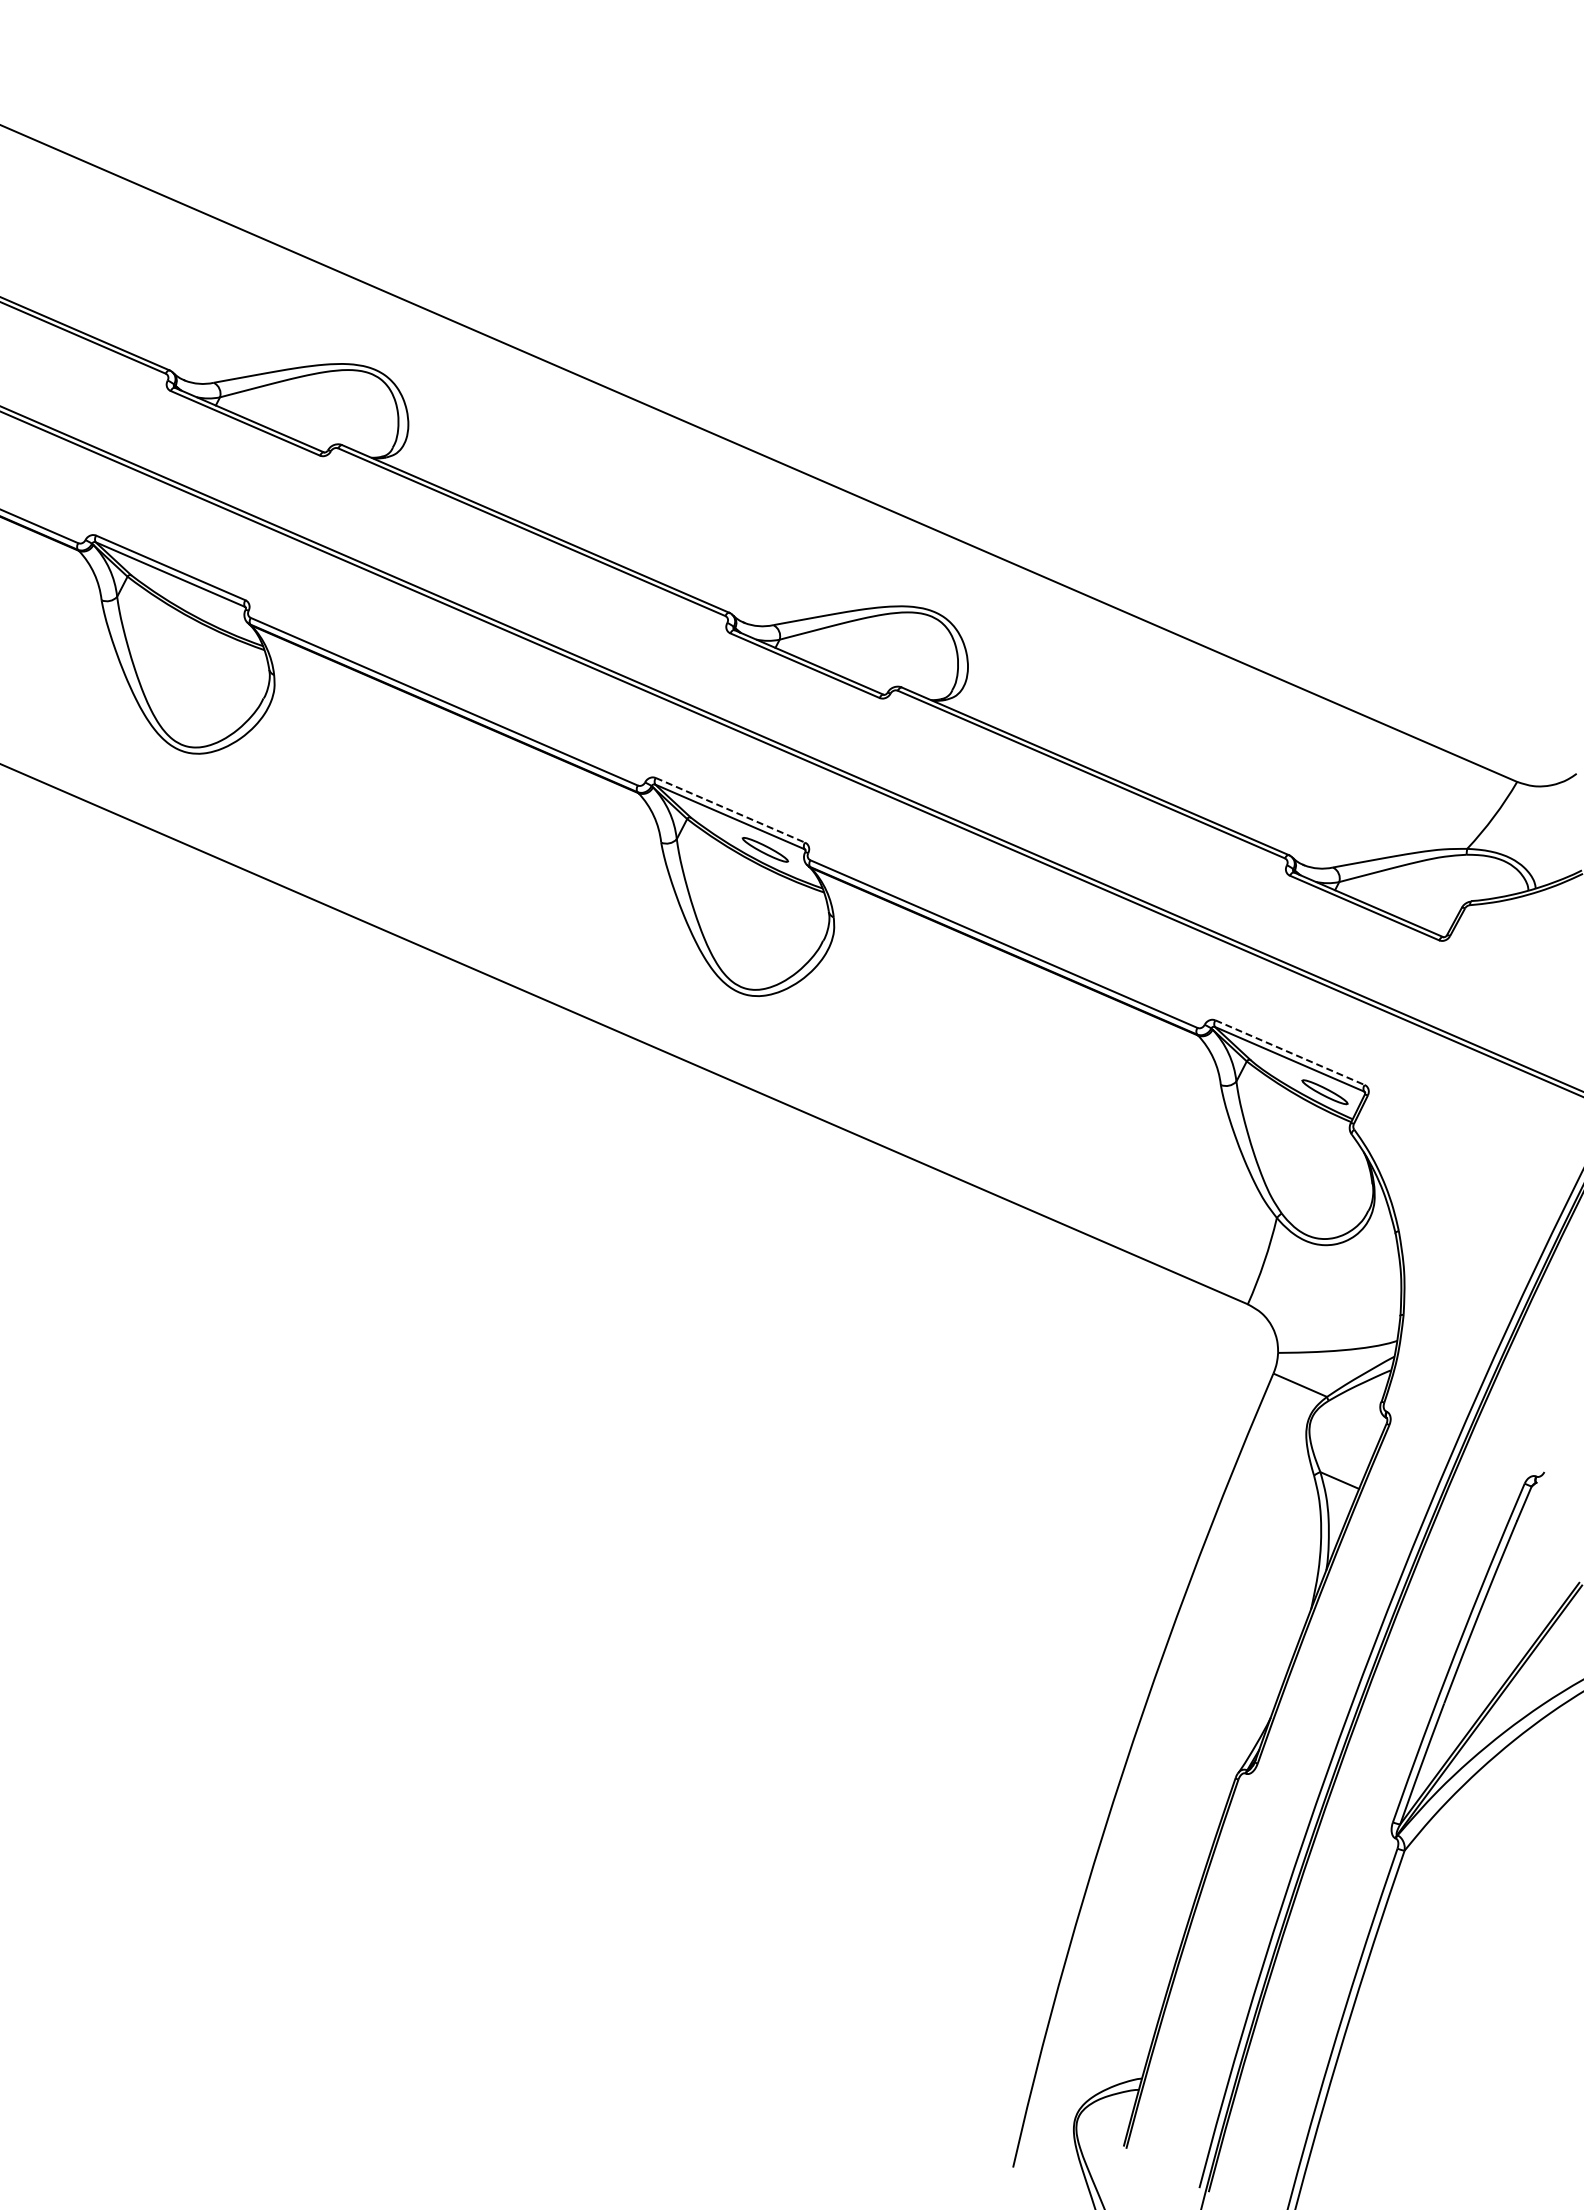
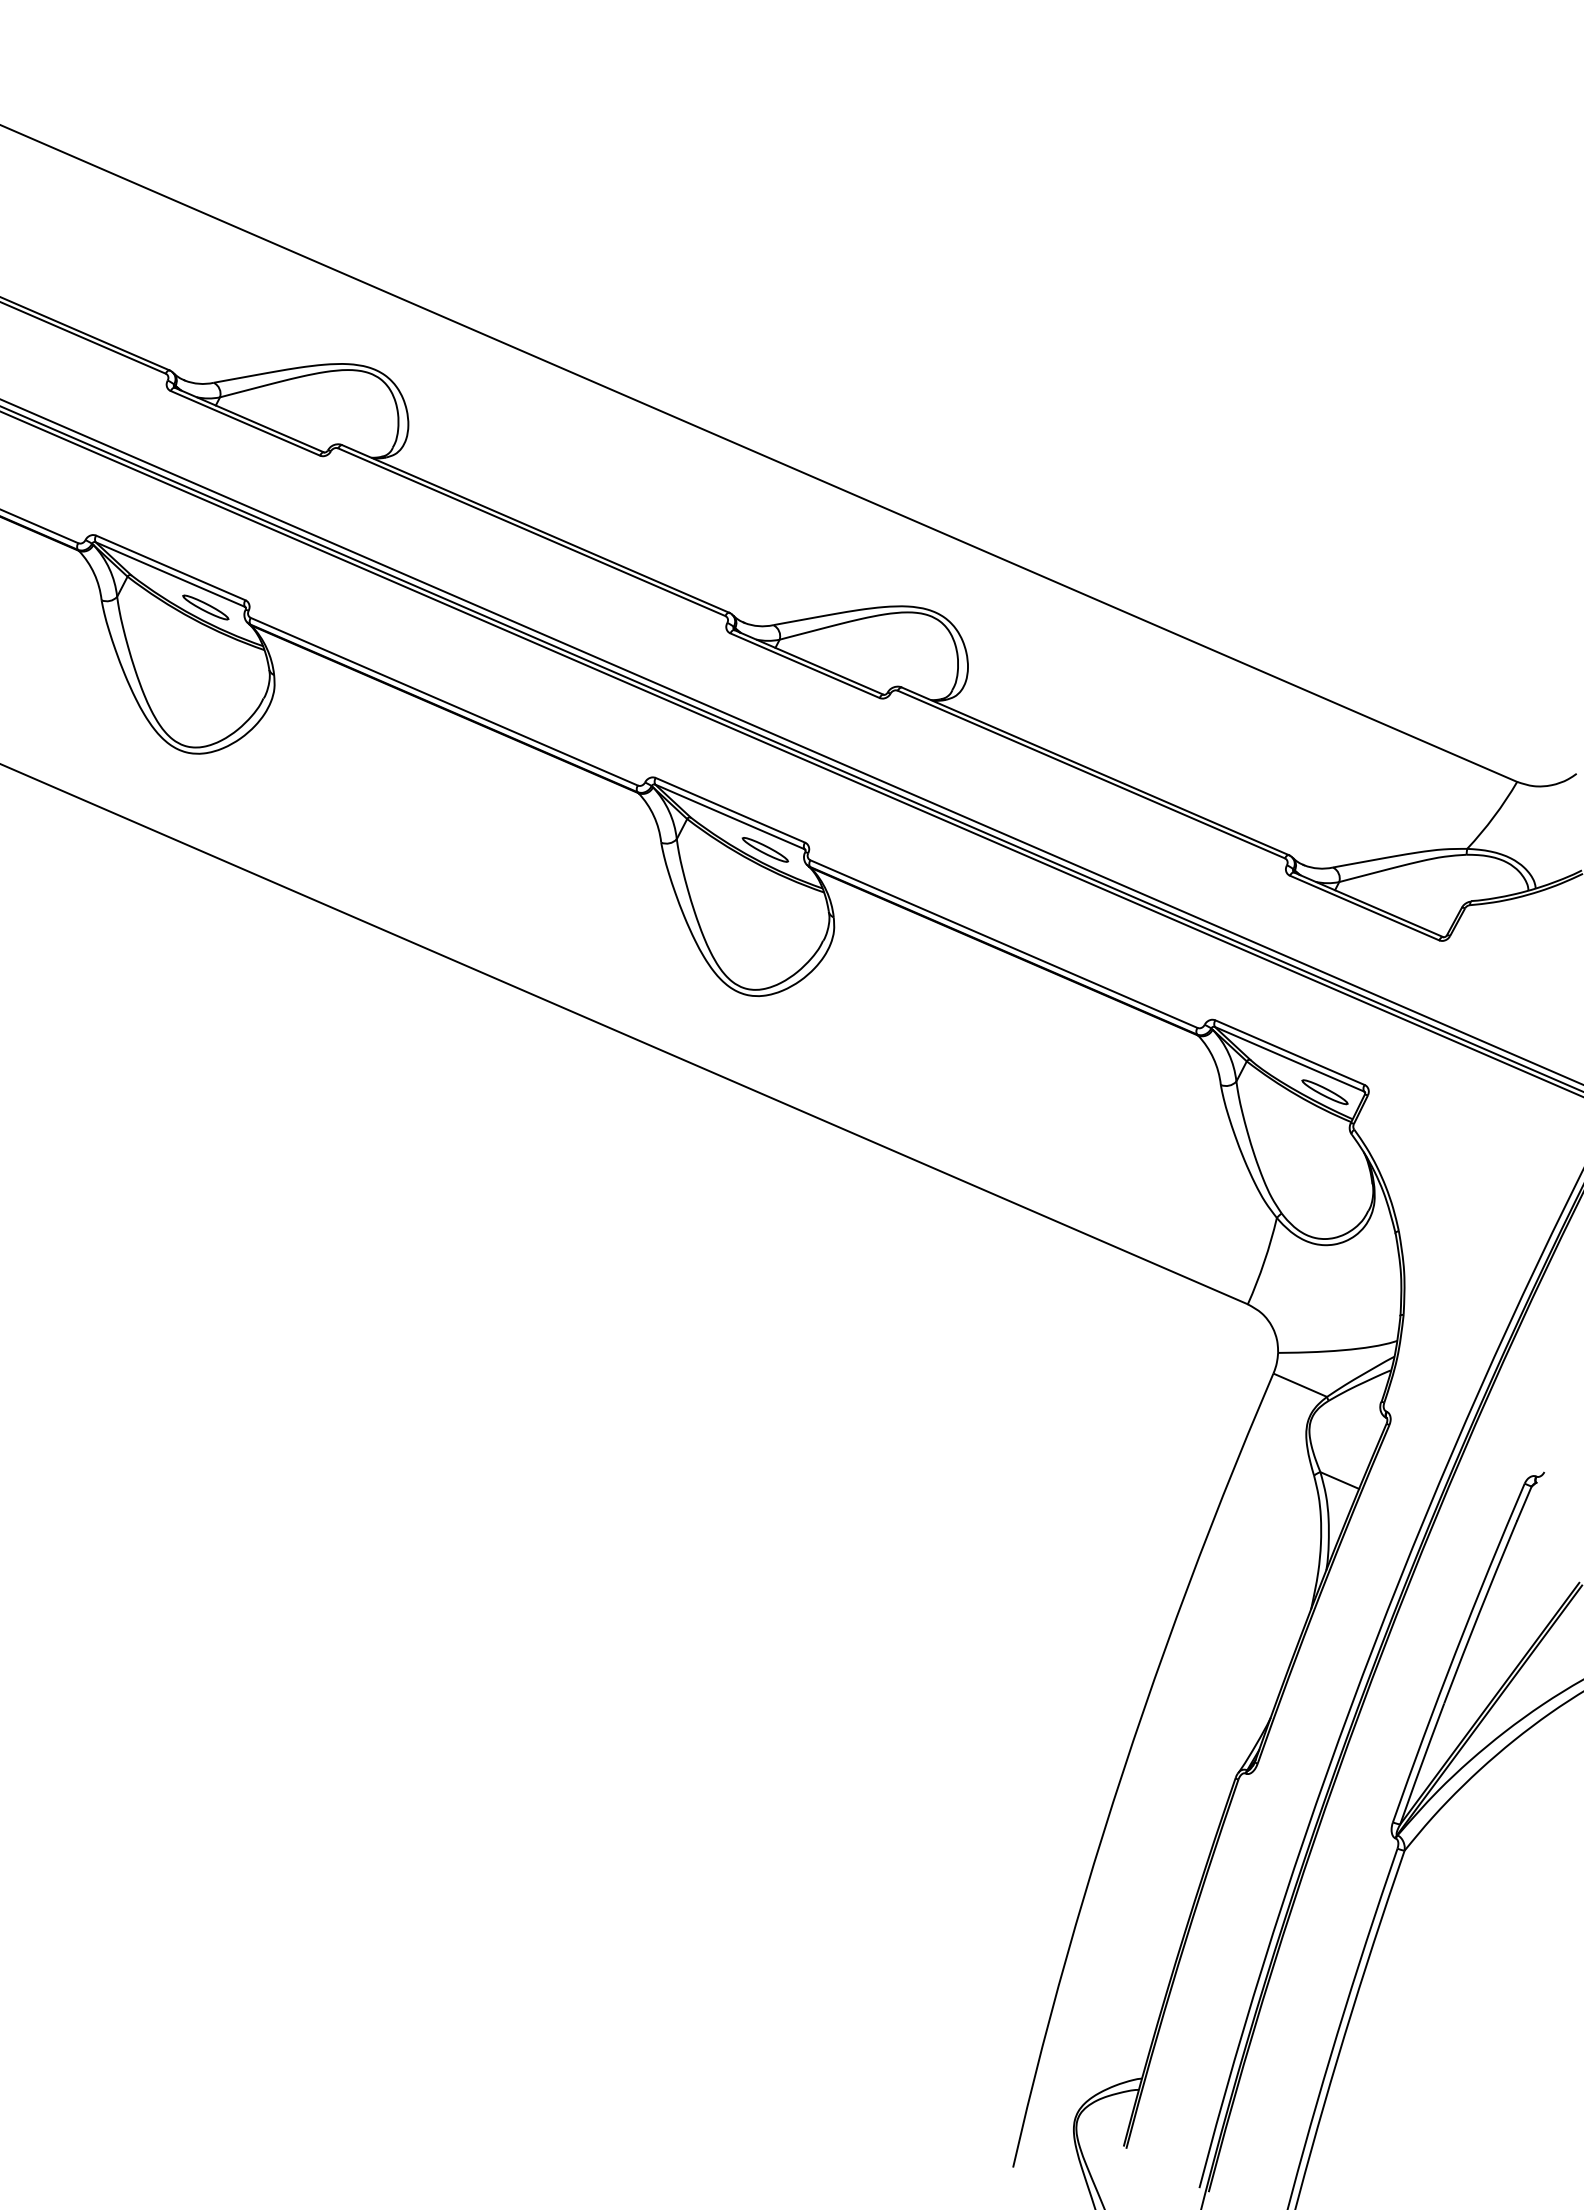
part at (205, 607): none -> present
line at (791, 741): none -> present
line at (730, 810): dashed -> solid
line at (1290, 1052): dashed -> solid
